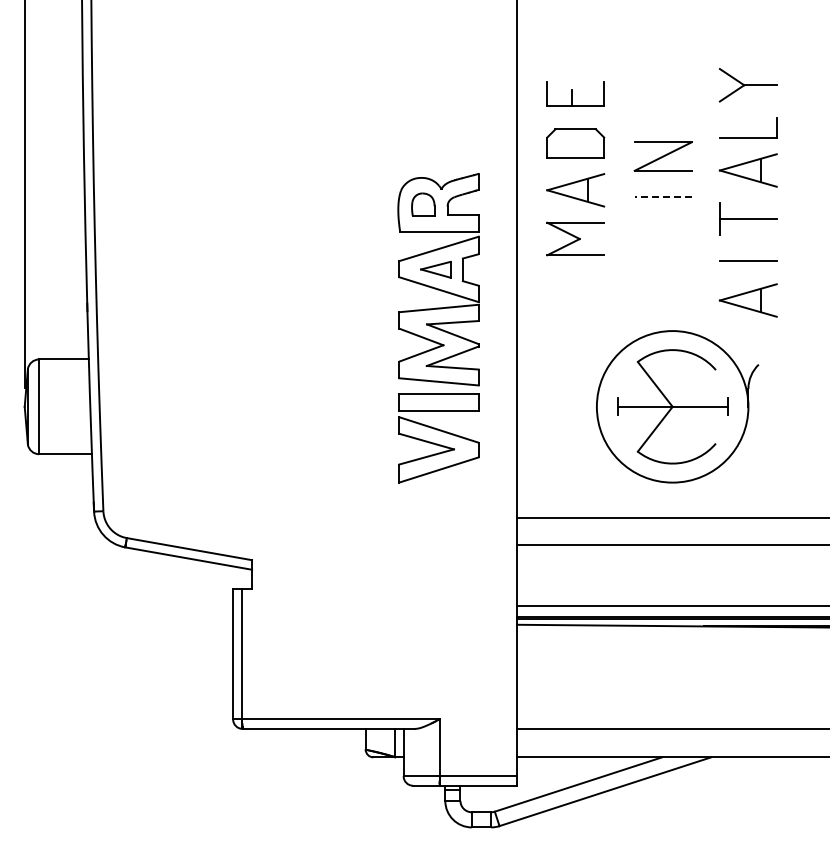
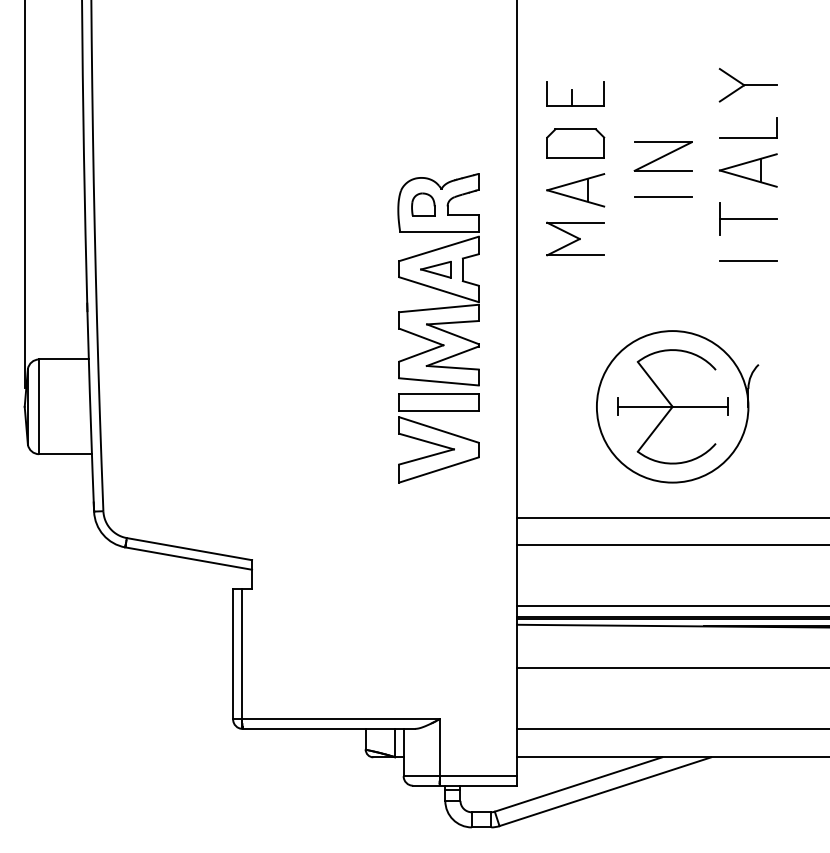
line at (662, 196): dashed -> solid
part at (747, 300): present -> none
line at (671, 668): none -> present
